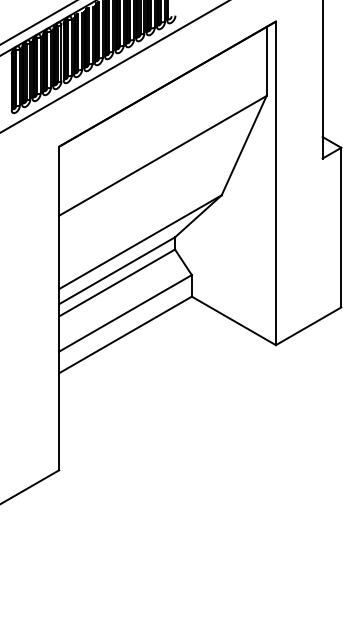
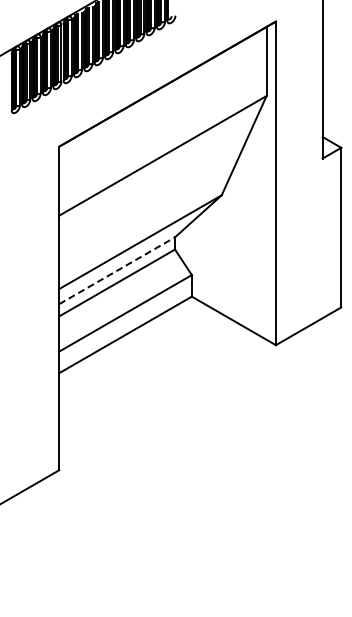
line at (38, 22): present -> none
line at (114, 66): present -> none
line at (117, 270): solid -> dashed
